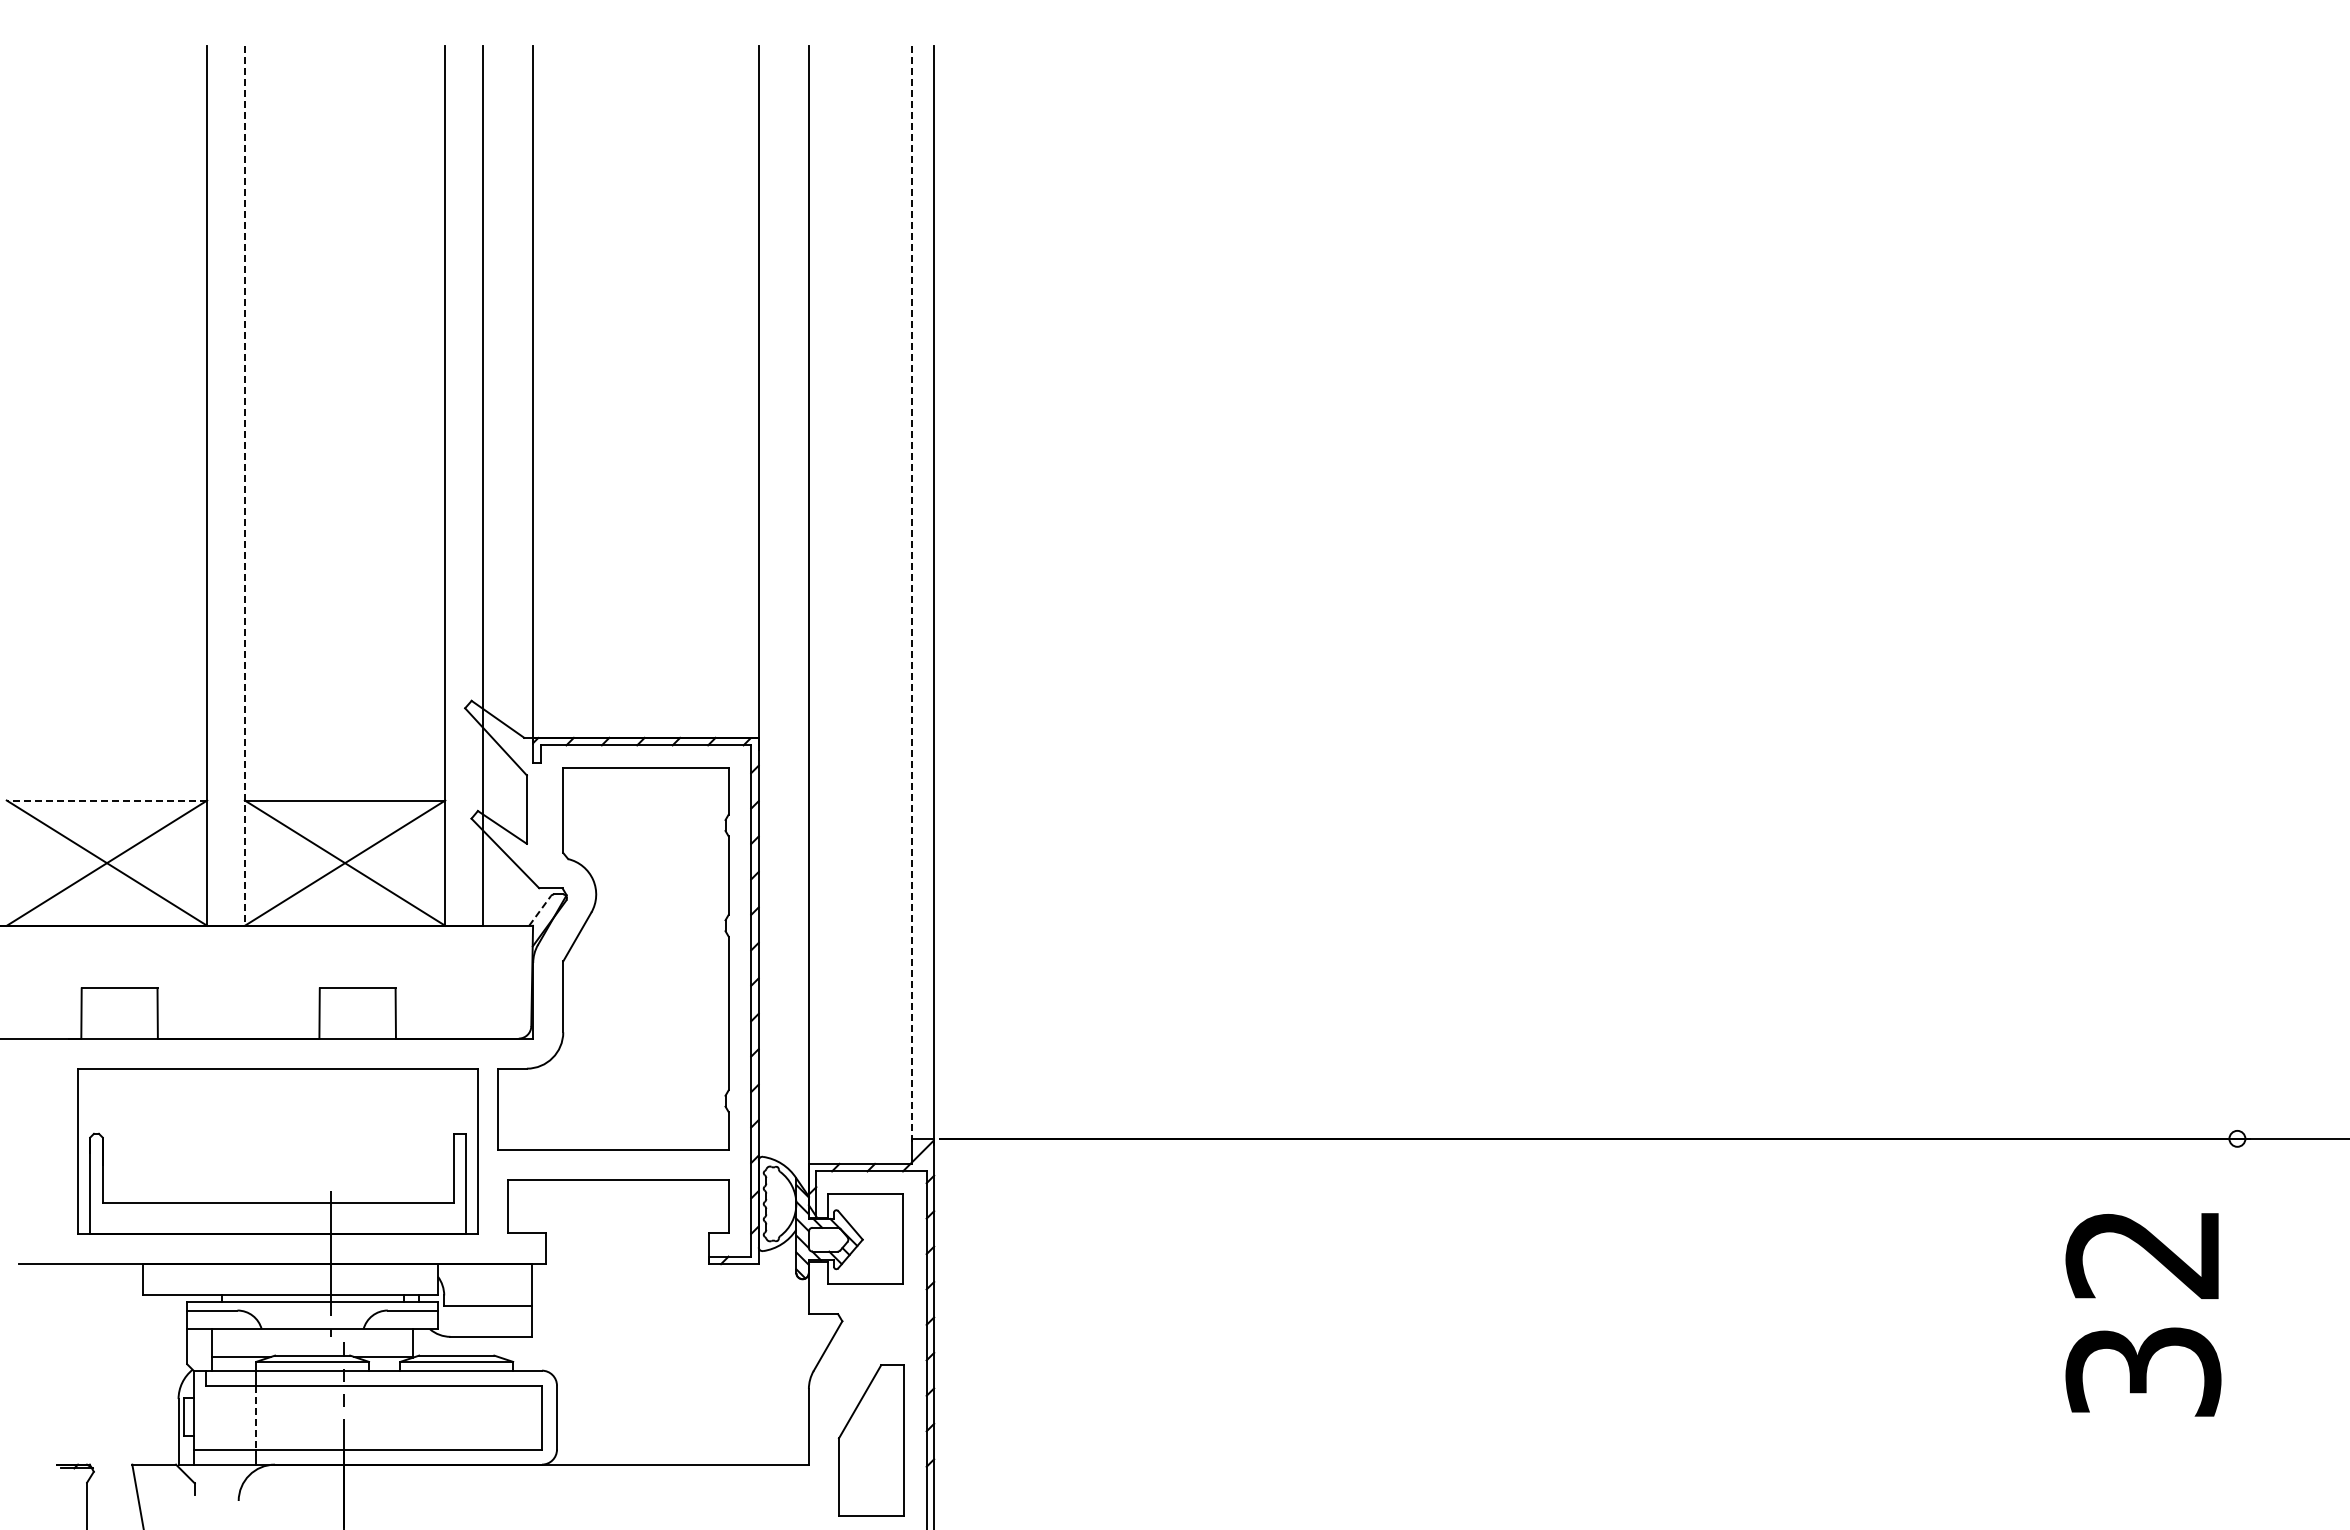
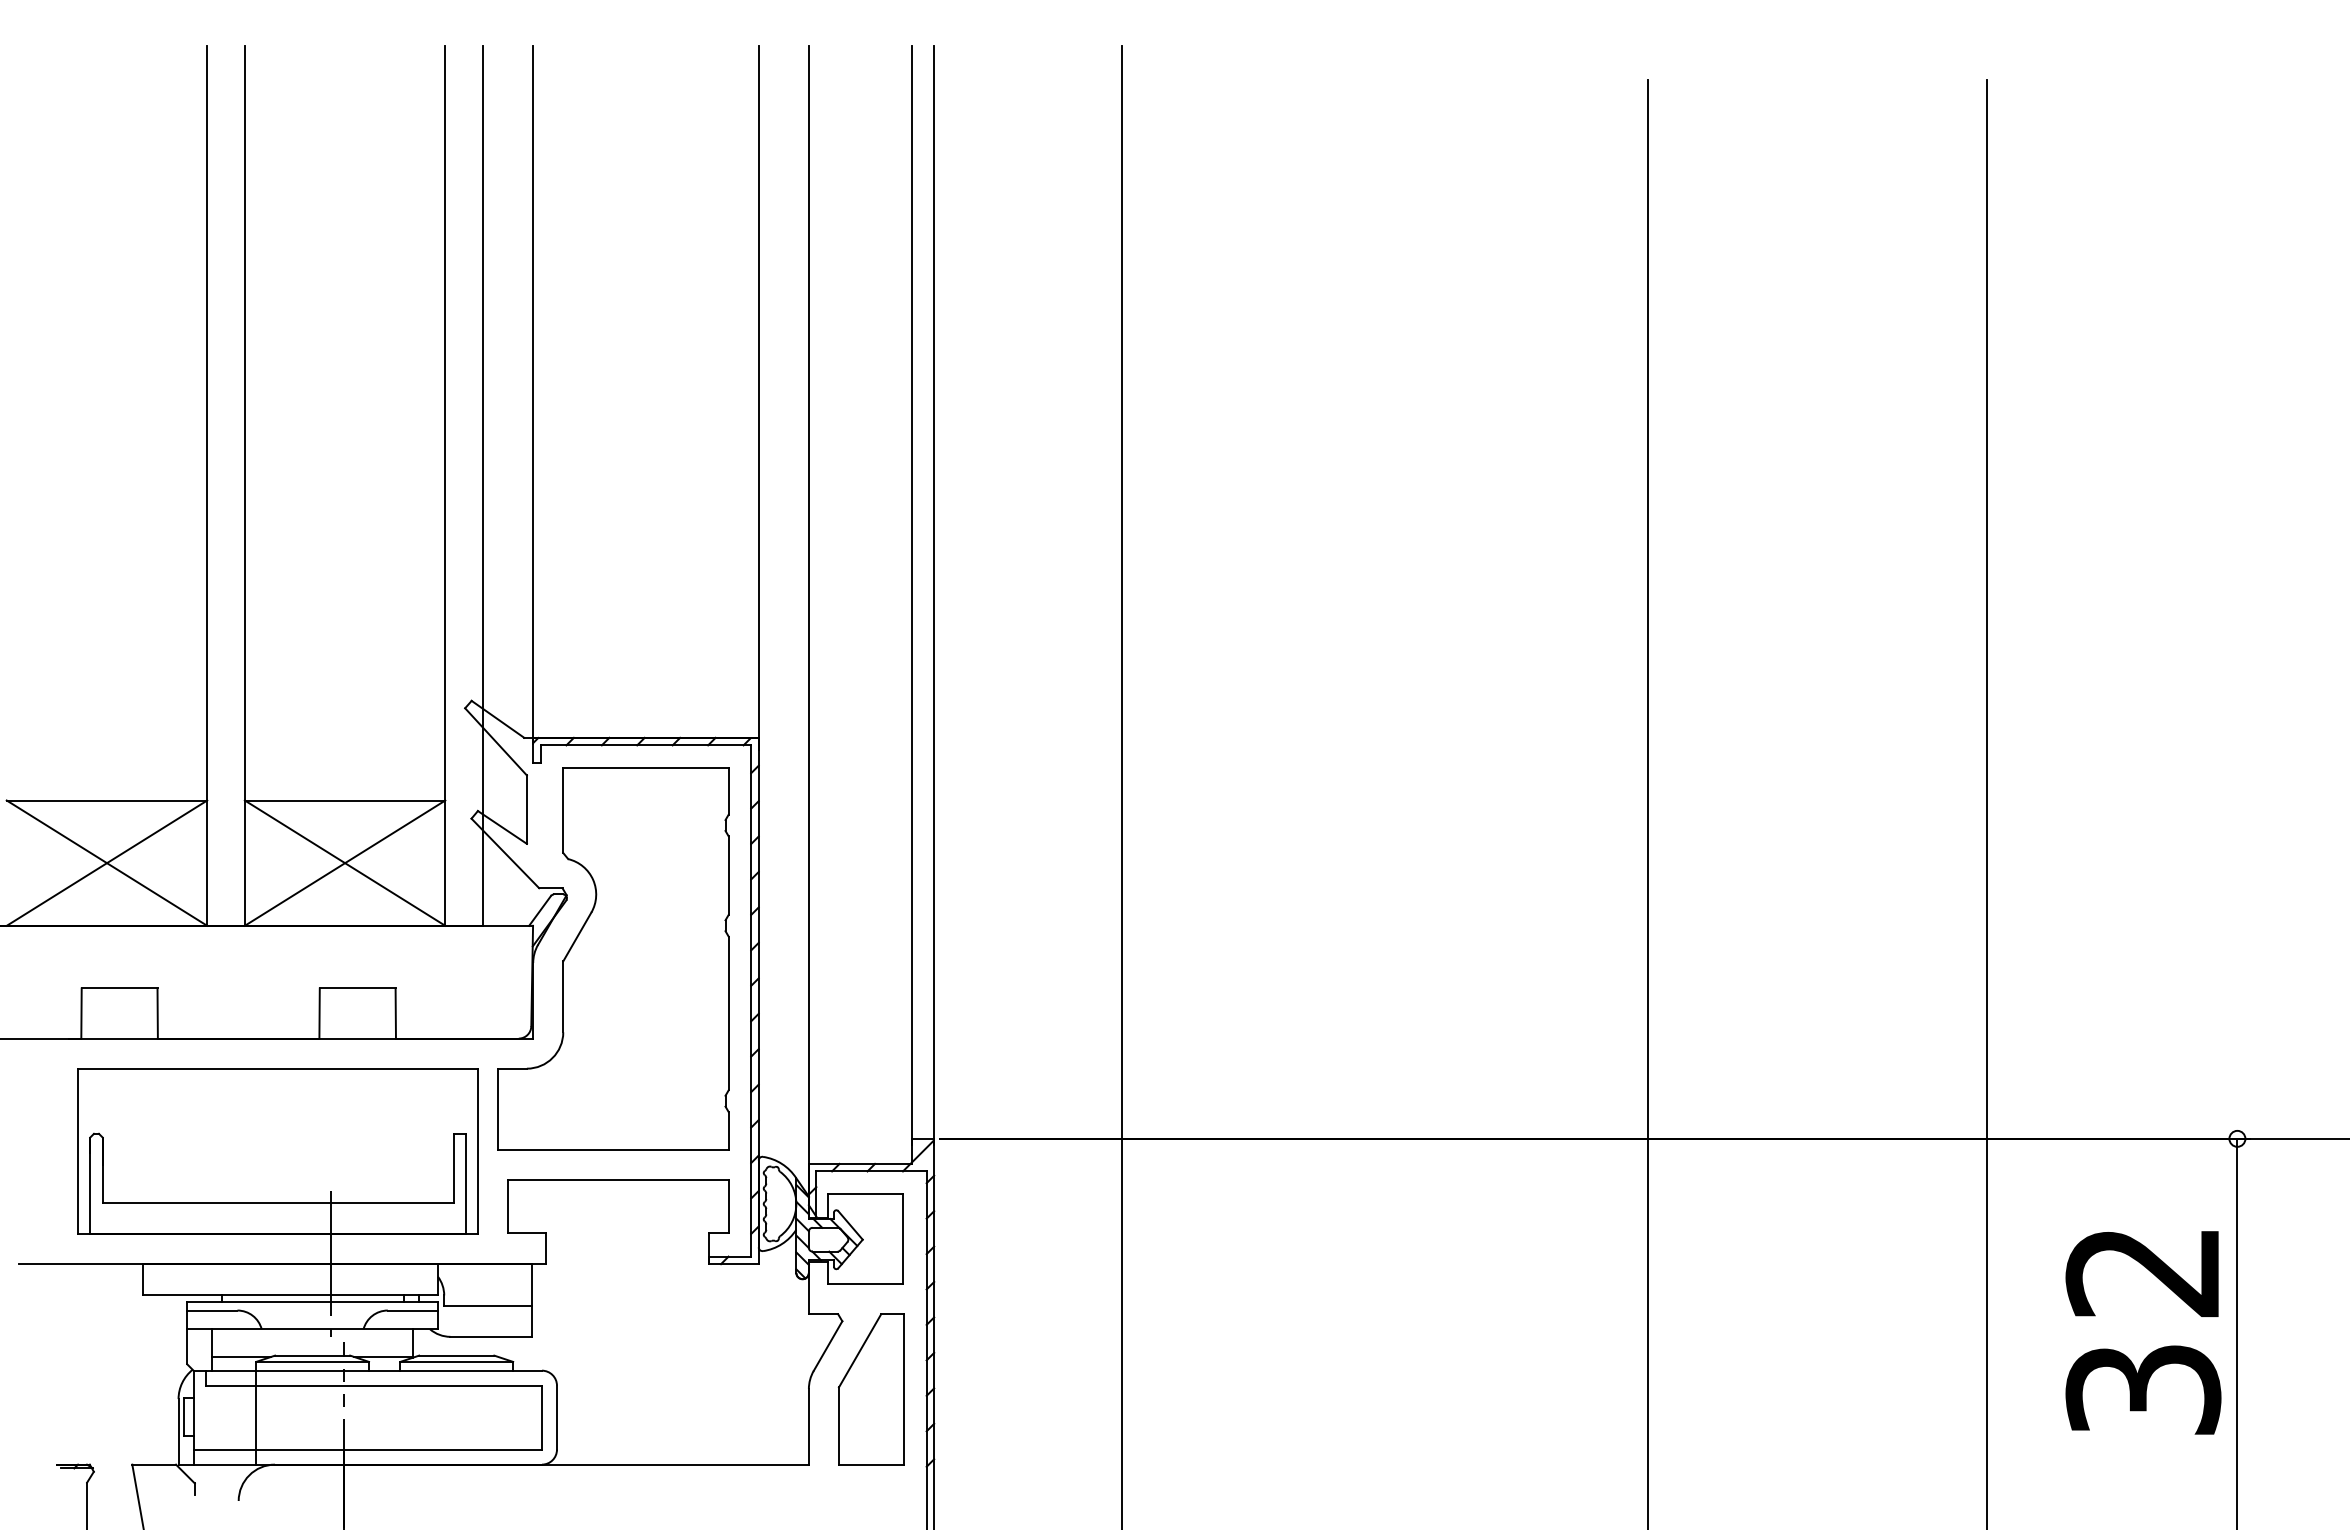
line at (244, 485): dashed -> solid
line at (911, 595): dashed -> solid
line at (1122, 785): none -> present
line at (106, 800): dashed -> solid
line at (1648, 802): none -> present
line at (1986, 802): none -> present
line at (540, 910): dashed -> solid
text at (2143, 1314) position: (2143, 1314) -> (2143, 1332)
line at (2237, 1332): none -> present
line at (256, 1417): dashed -> solid
part at (870, 1440) position: (870, 1440) -> (870, 1389)
